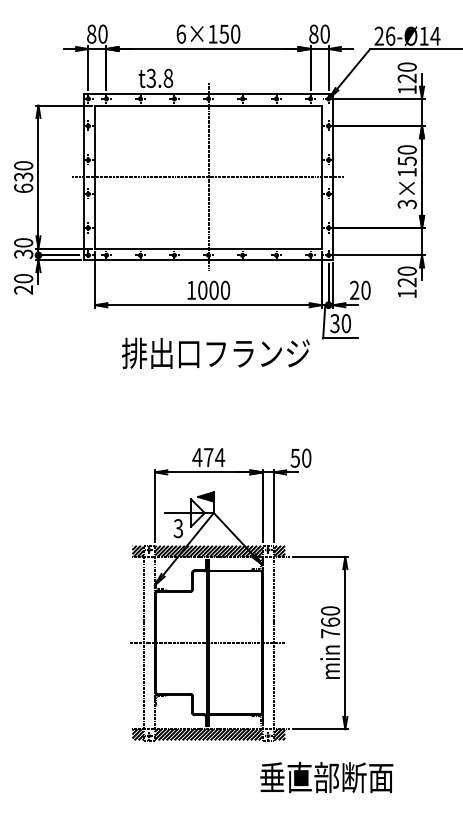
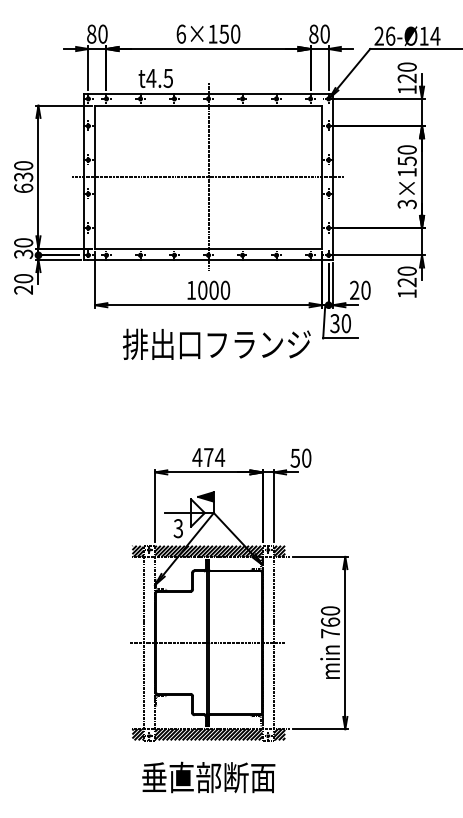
text at (159, 77): t3.8 -> t4.5
text at (215, 352) position: (215, 352) -> (216, 343)
text at (326, 777) position: (326, 777) -> (208, 777)
